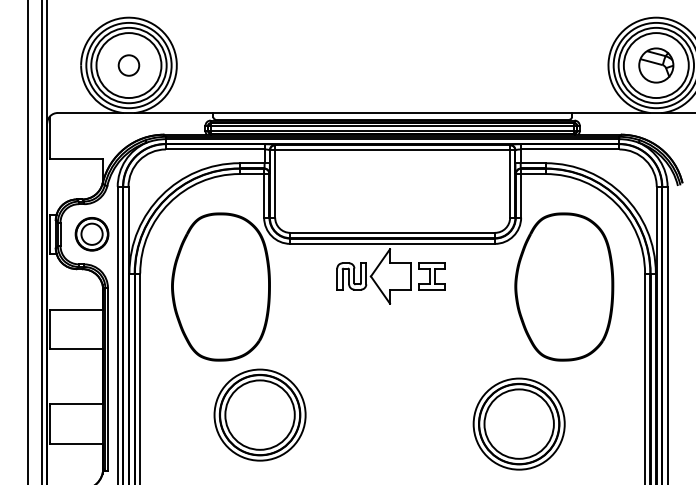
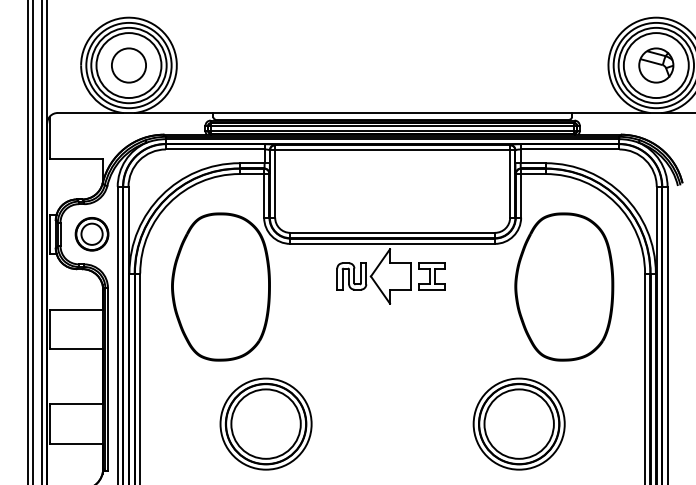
circle at (128, 65) diameter: 21 px -> 34 px
line at (32, 241): none -> present
part at (259, 414) position: (259, 414) -> (265, 423)
